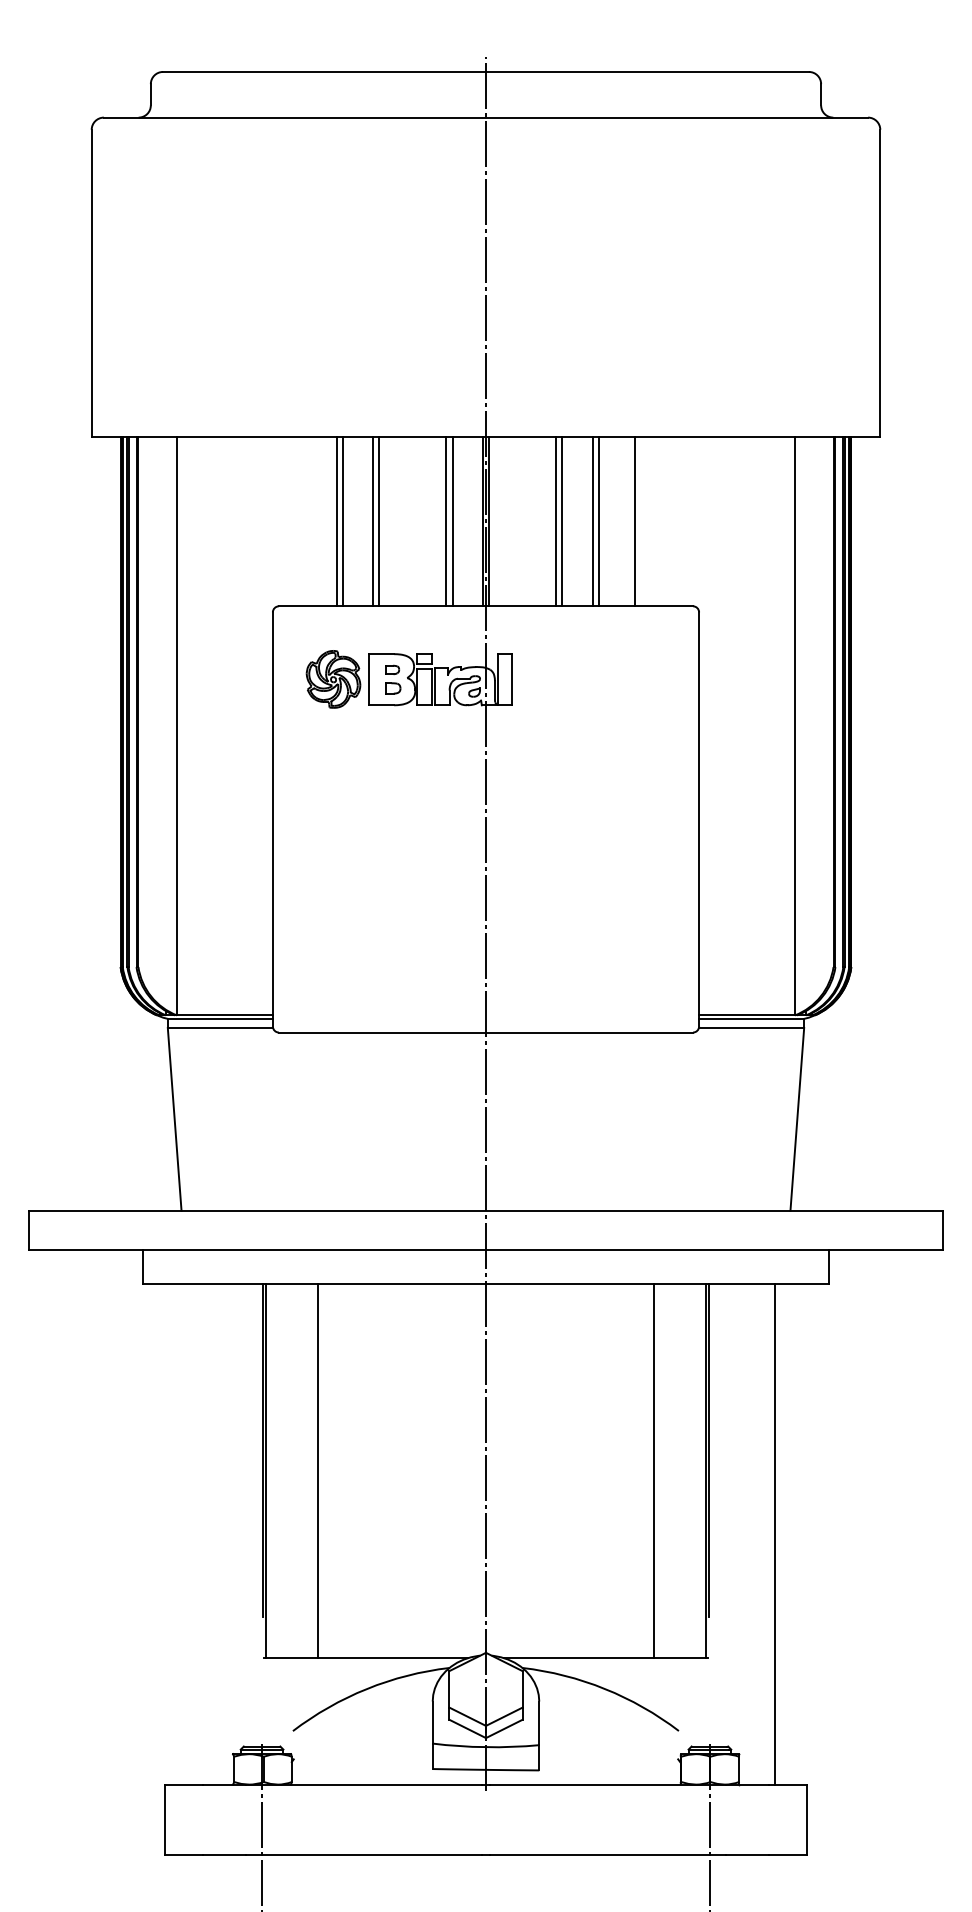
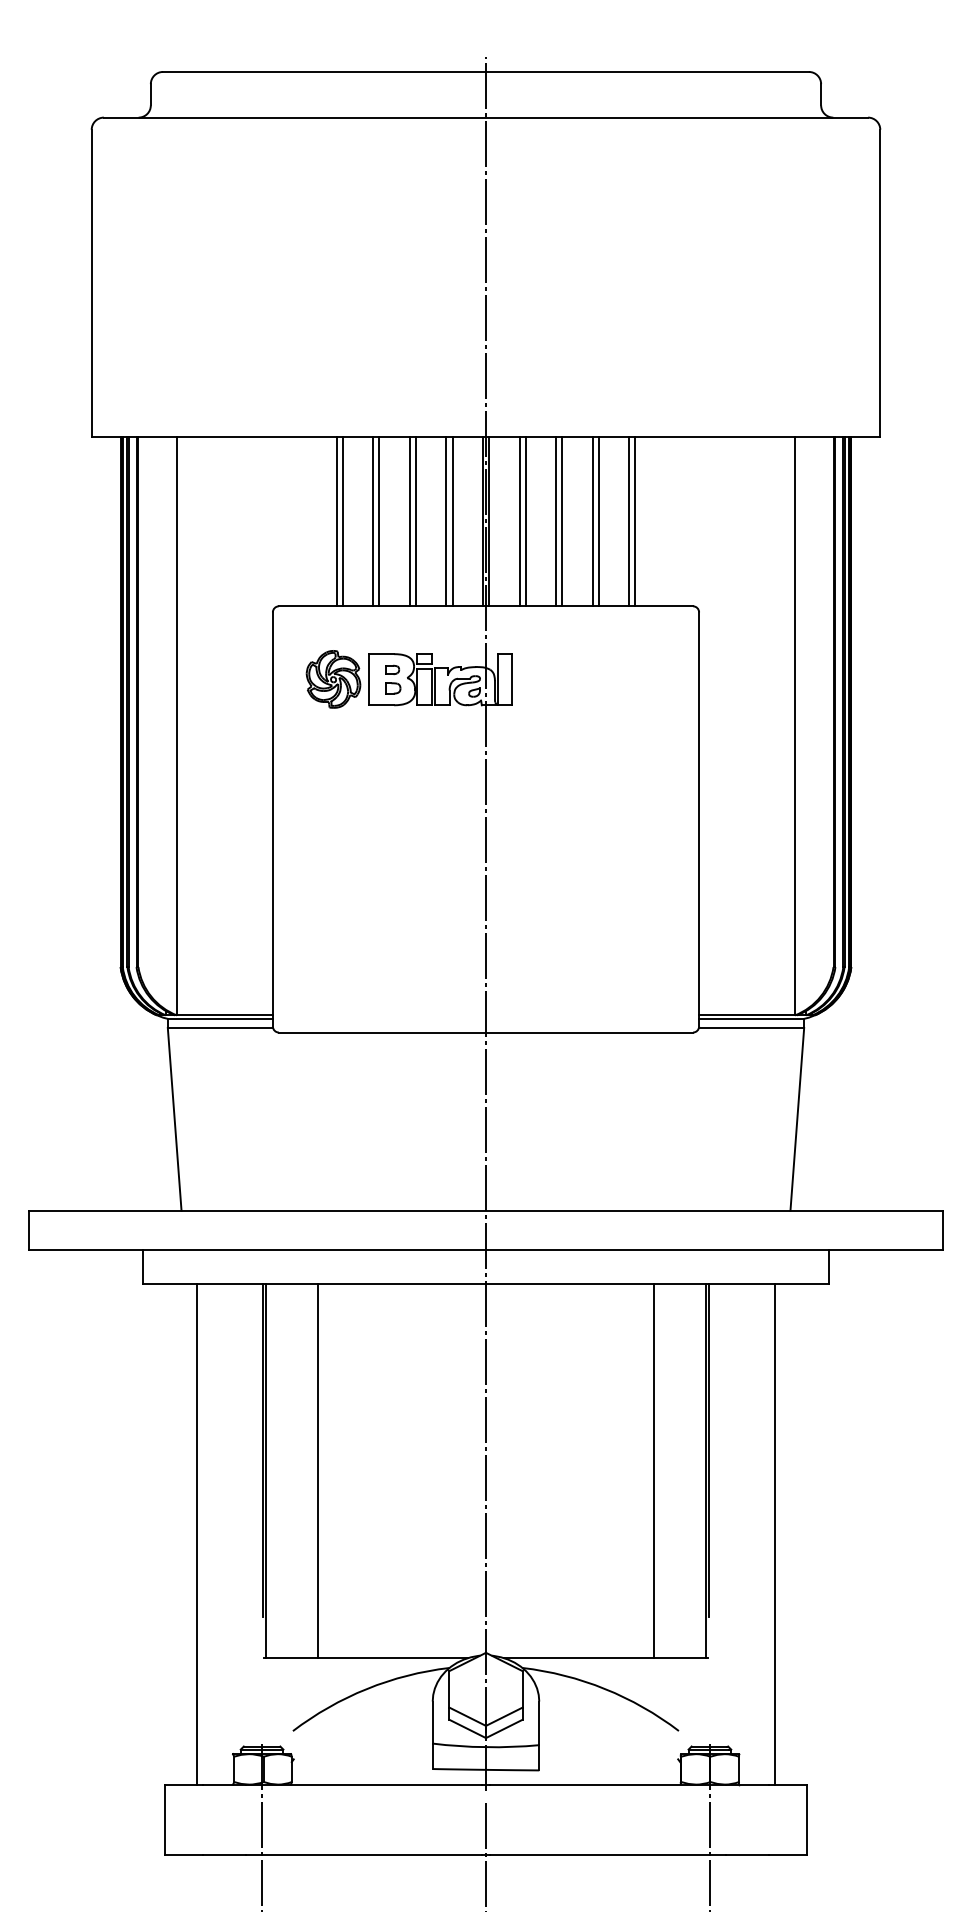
line at (409, 521): none -> present
line at (415, 521): none -> present
line at (519, 521): none -> present
line at (525, 521): none -> present
line at (629, 521): none -> present
line at (196, 1533): none -> present
line at (486, 1855): none -> present
